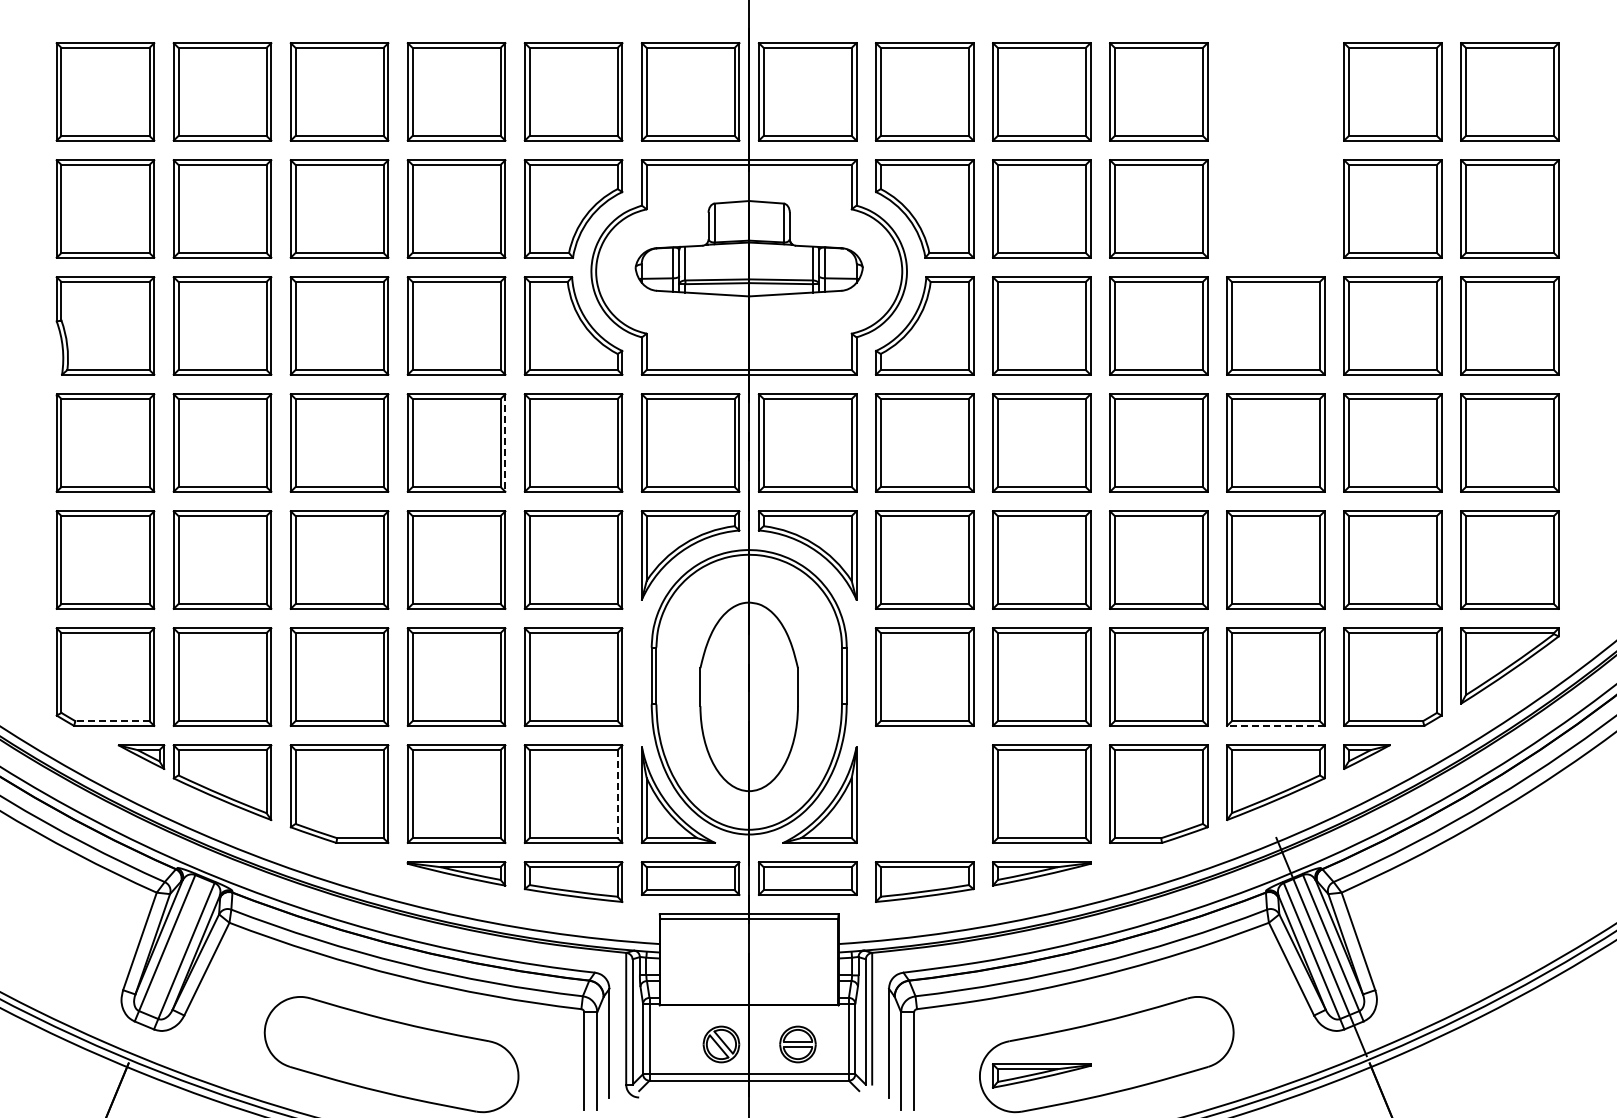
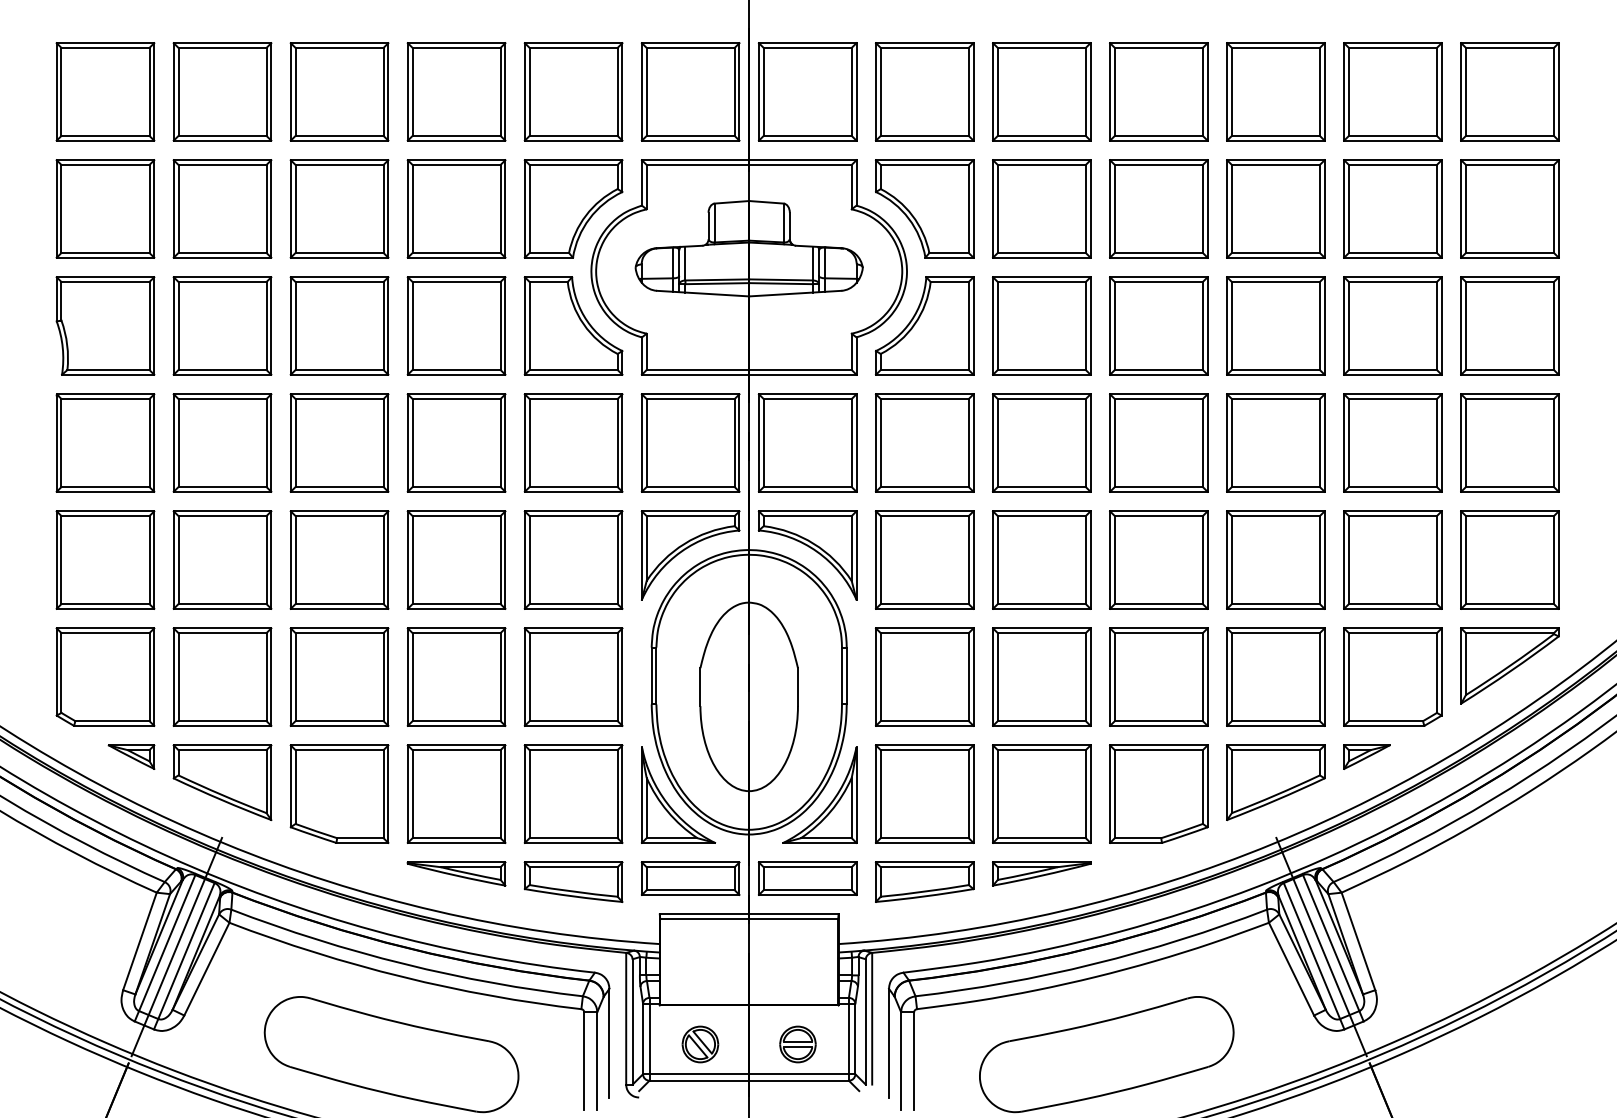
part at (1275, 91): none -> present
part at (1275, 208): none -> present
line at (505, 443): dashed -> solid
line at (111, 721): dashed -> solid
line at (1275, 725): dashed -> solid
part at (141, 756) position: (141, 756) -> (131, 756)
part at (924, 793): none -> present
line at (617, 794): dashed -> solid
line at (176, 947): none -> present
part at (721, 1044) position: (721, 1044) -> (700, 1044)
part at (1041, 1075): present -> none
